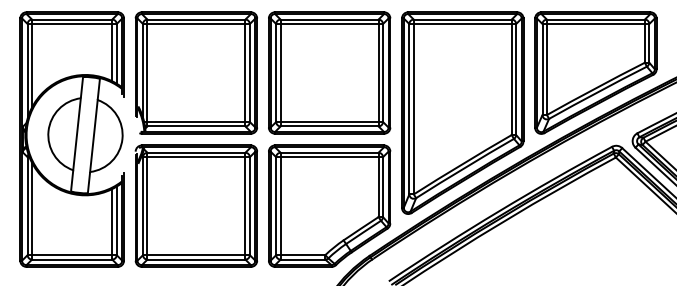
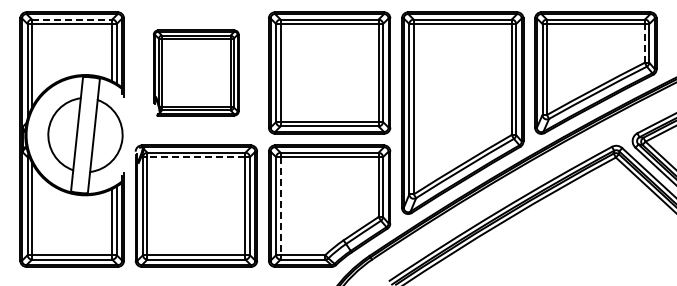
line at (72, 19): solid -> dashed
line at (644, 42): solid -> dashed
part at (195, 72) size: 124x124 px -> 87x88 px
line at (196, 157): solid -> dashed
line at (280, 206): solid -> dashed
